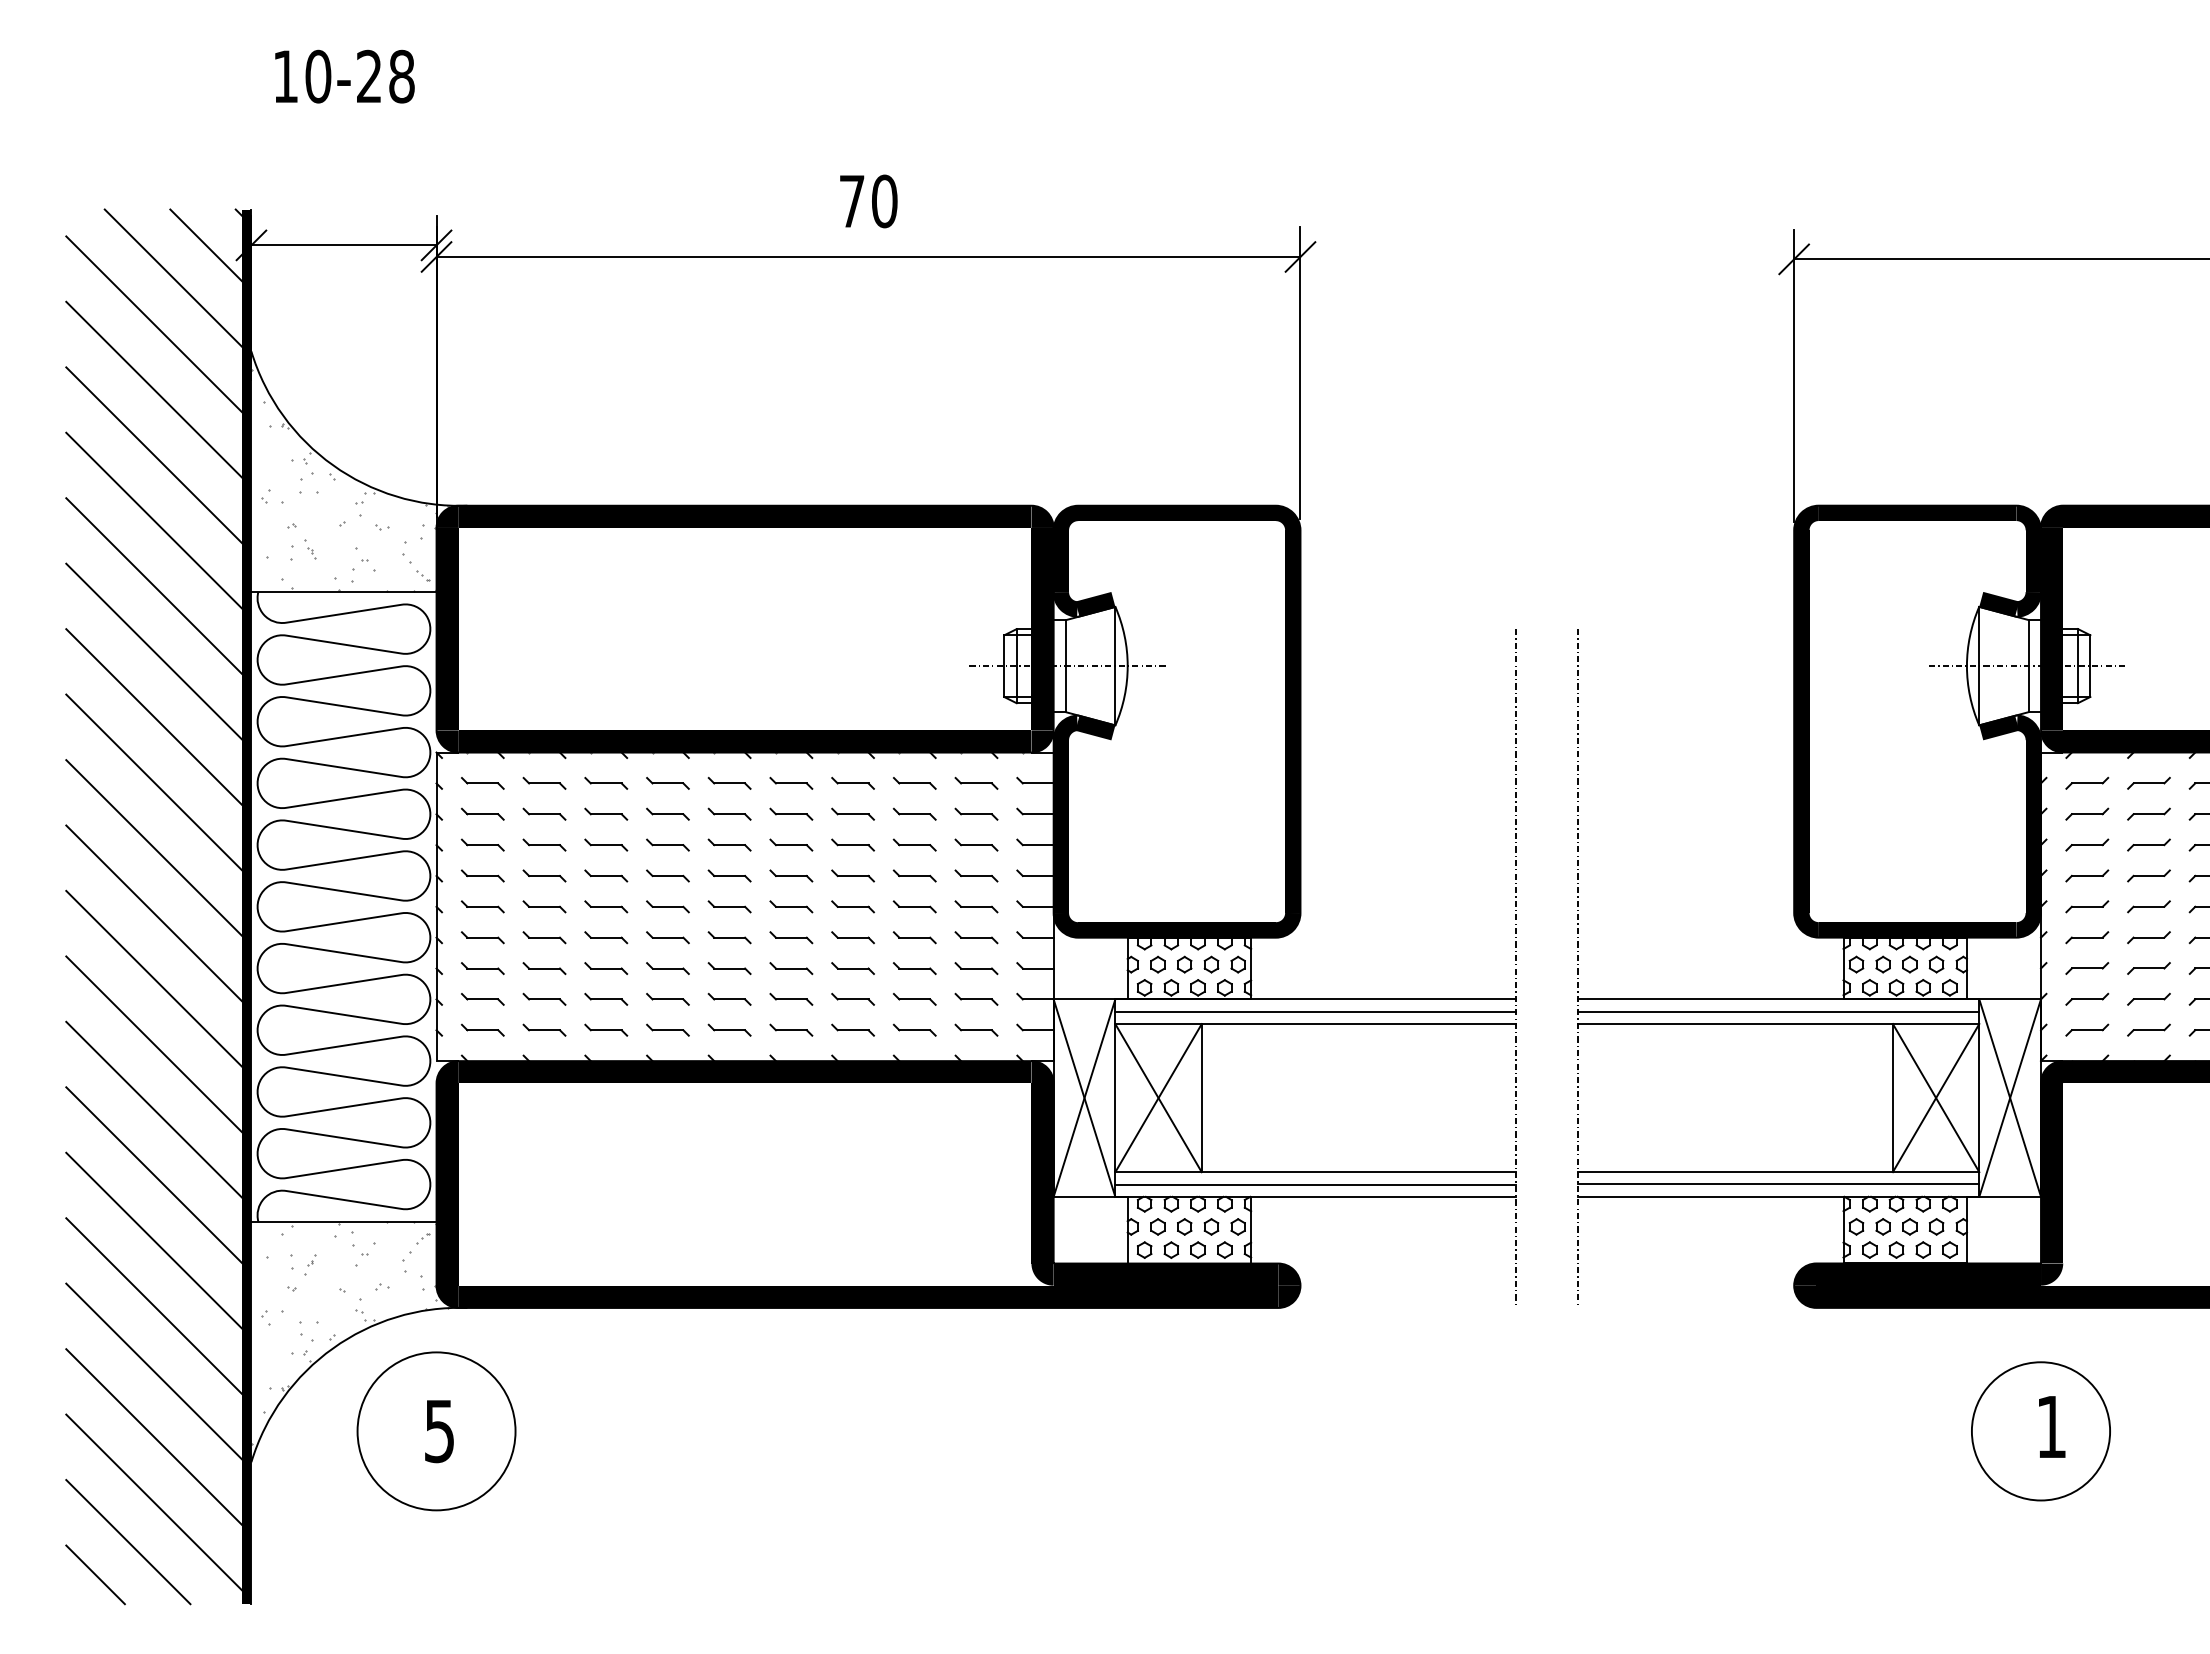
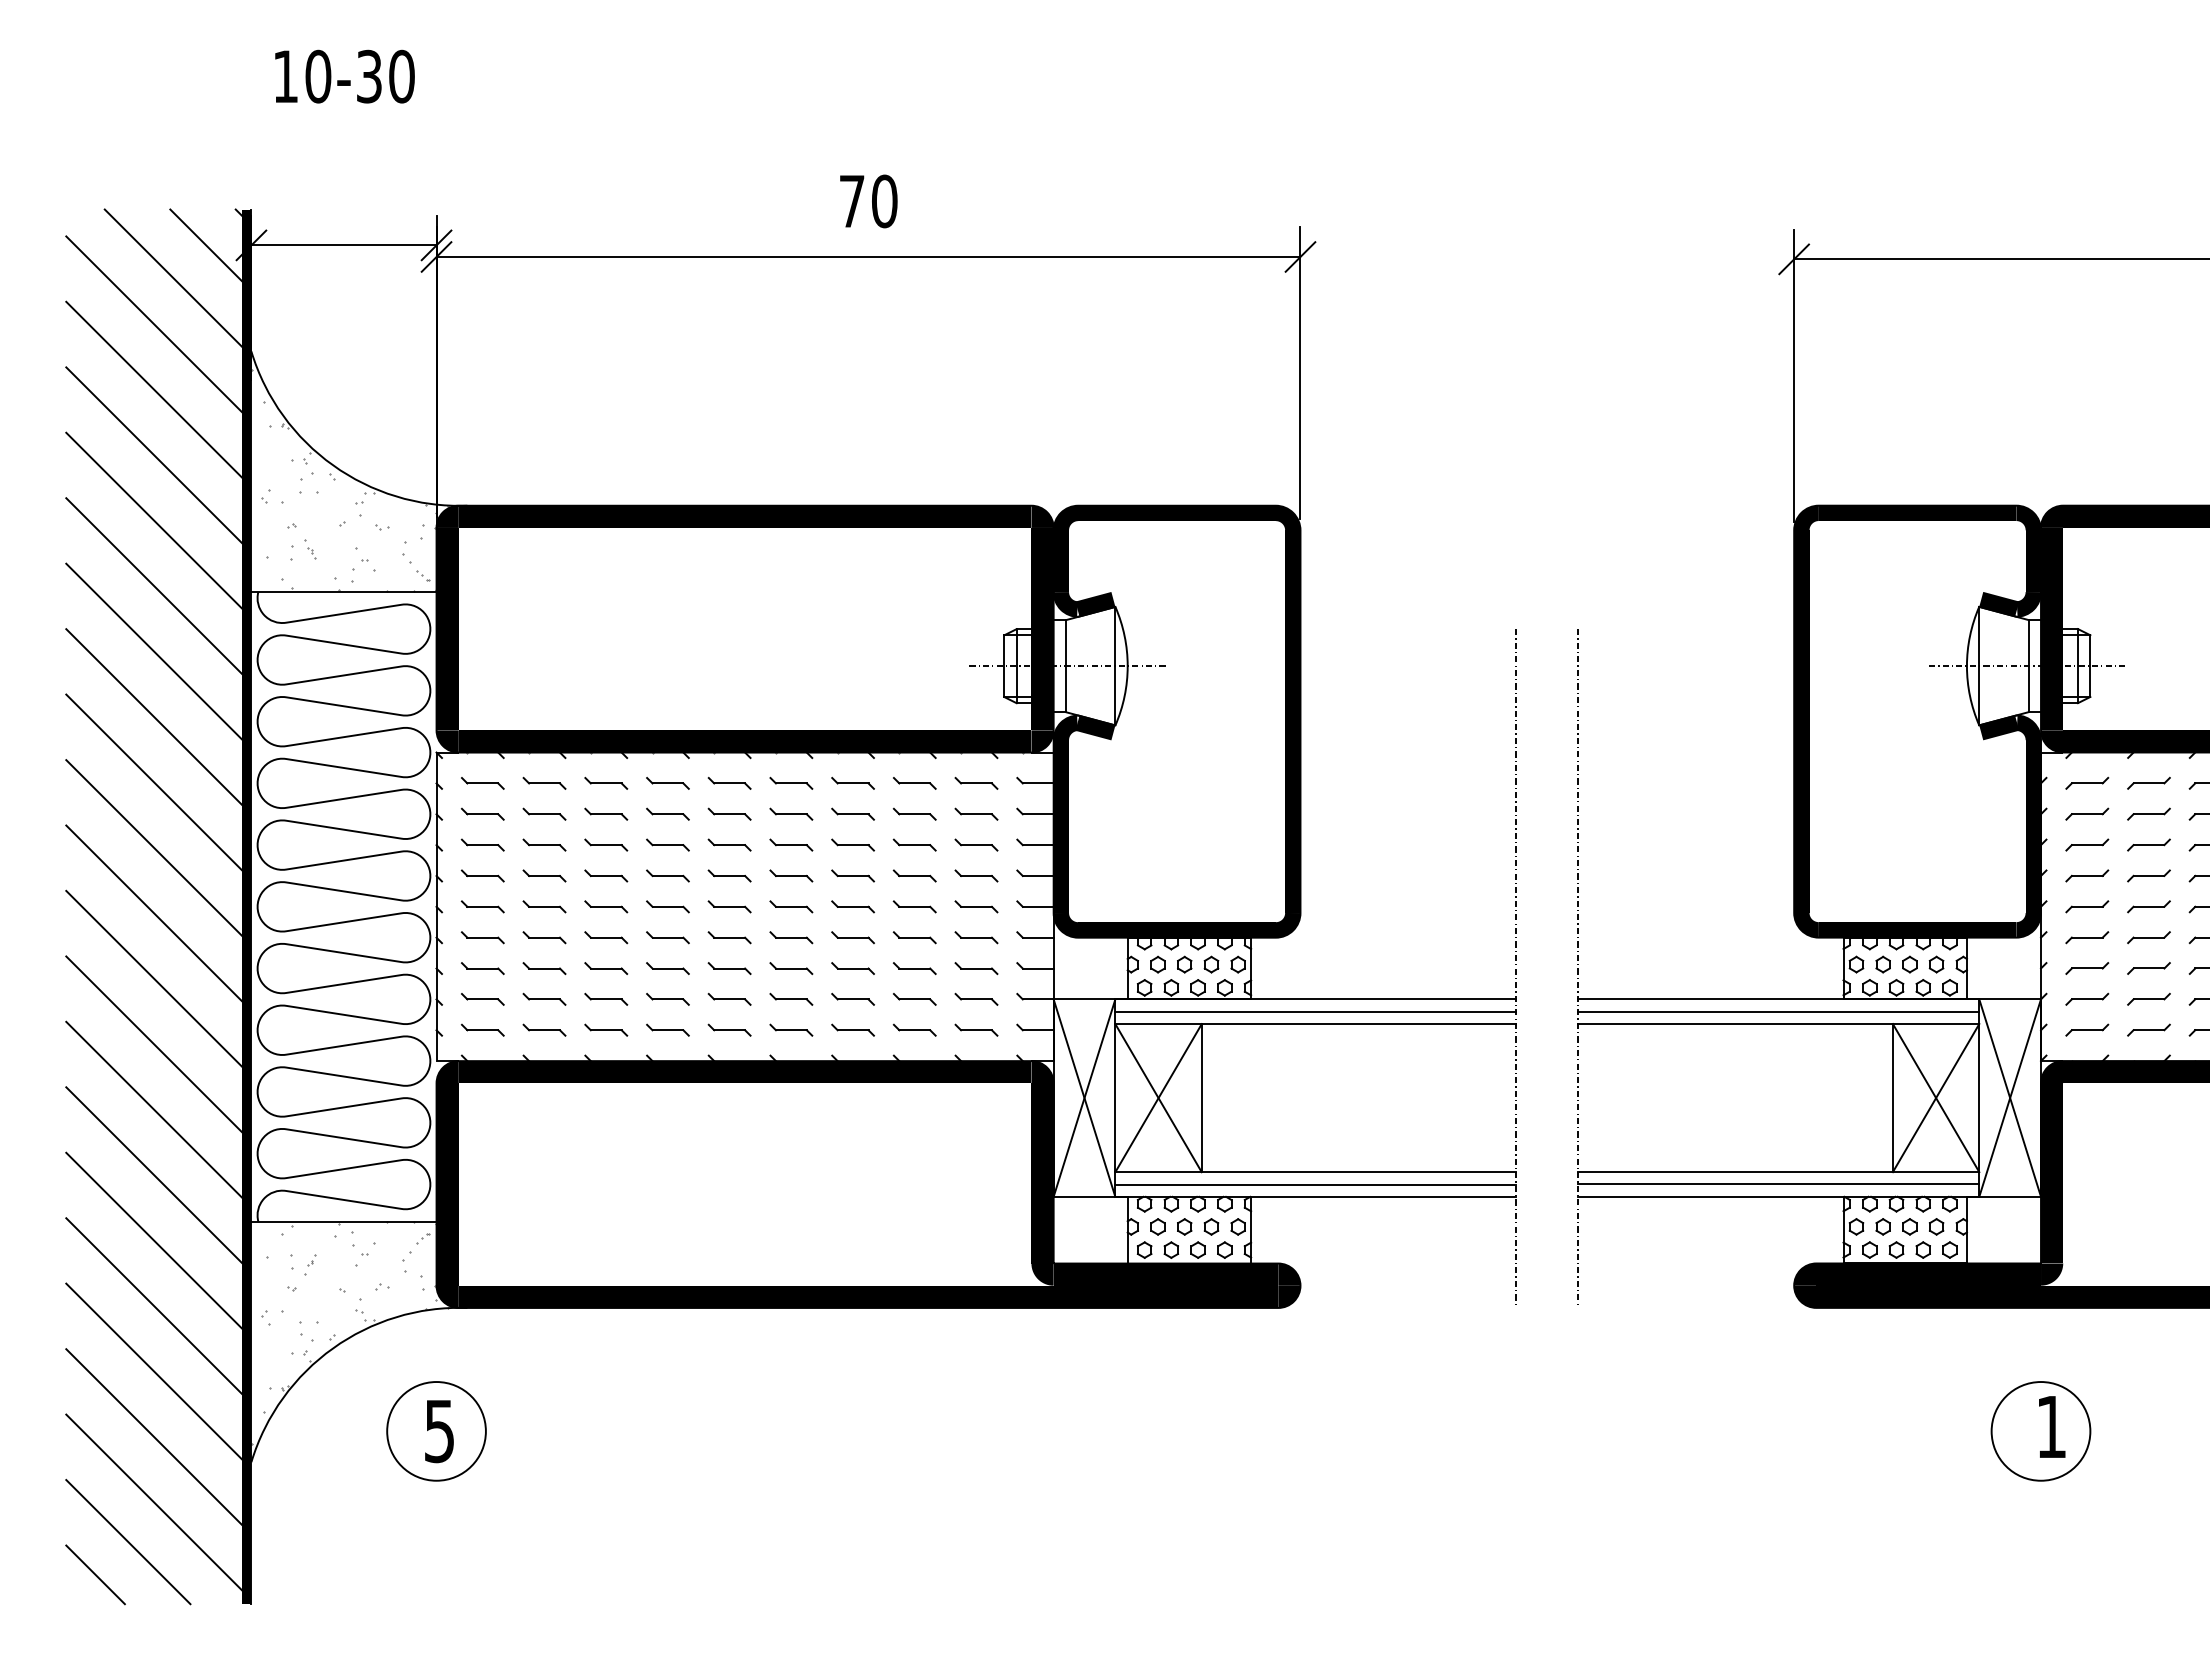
text at (385, 76): 10-28 -> 10-30
circle at (436, 1431) diameter: 158 px -> 99 px
circle at (2040, 1431) diameter: 138 px -> 99 px
